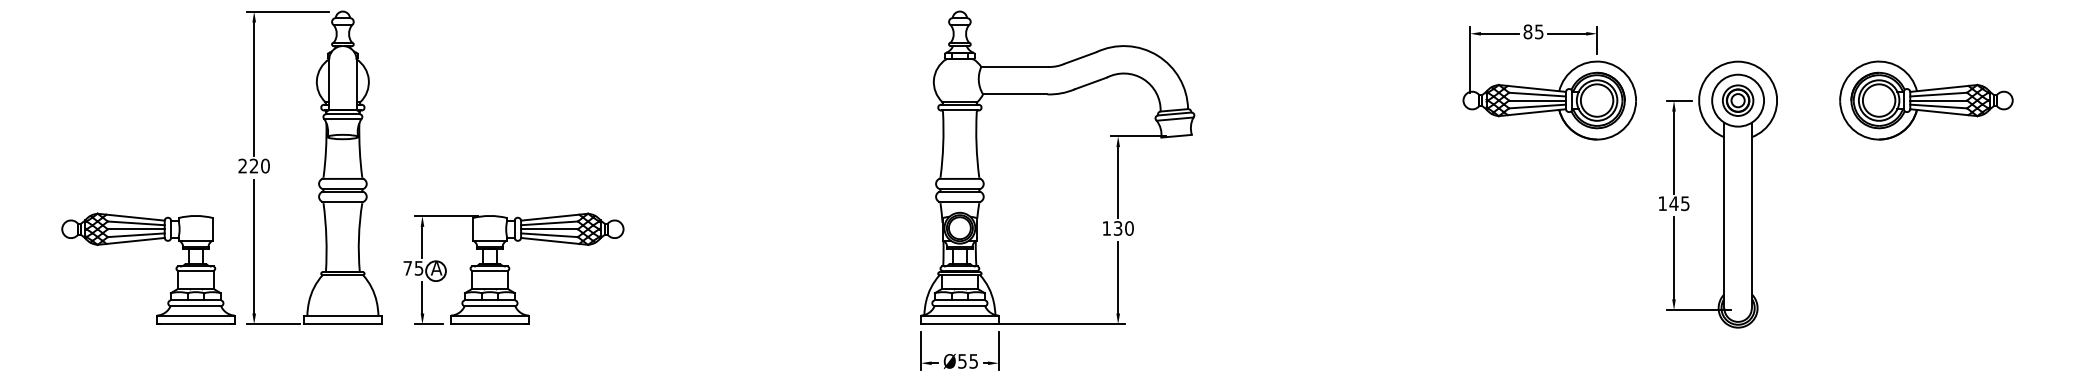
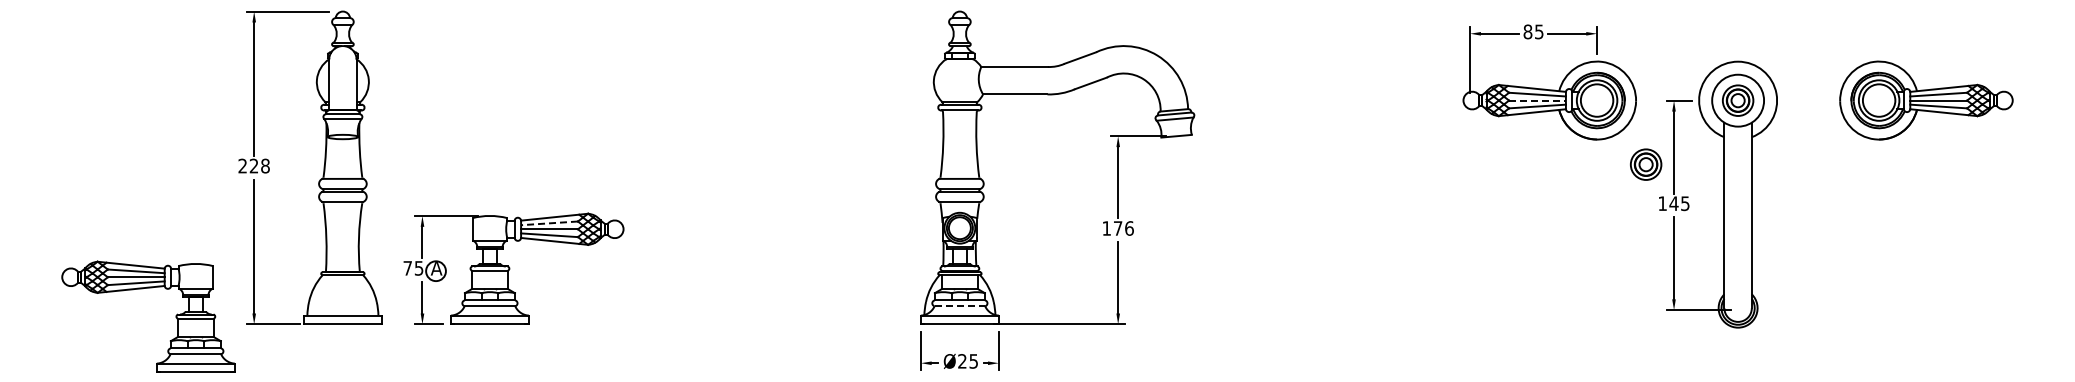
line at (1538, 100): solid -> dashed
part at (1646, 164): none -> present
text at (265, 166): 220 -> 228
line at (549, 223): solid -> dashed
text at (1123, 228): 130 -> 176
part at (175, 268) position: (175, 268) -> (175, 316)
line at (960, 306): solid -> dashed
text at (962, 361): Ø55 -> Ø25
